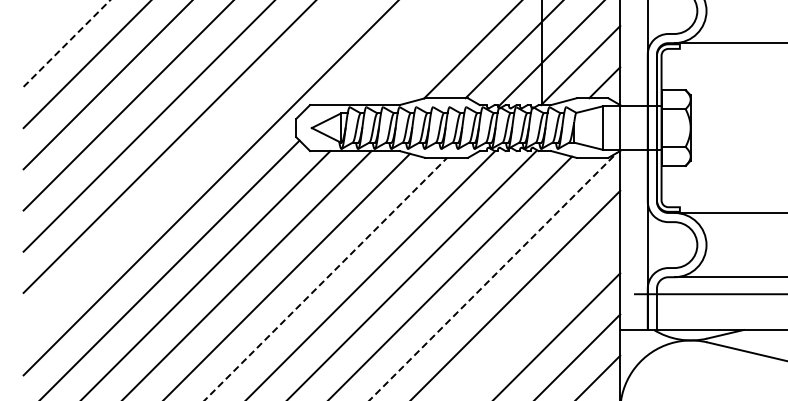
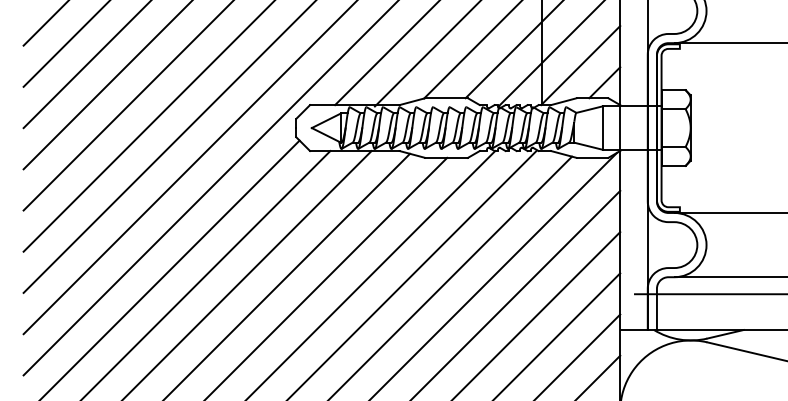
line at (44, 23): none -> present
line at (66, 43): dashed -> solid
line at (386, 53): none -> present
line at (426, 54): none -> present
line at (189, 168): none -> present
line at (493, 276): dashed -> solid
line at (326, 278): dashed -> solid
line at (537, 314): none -> present
